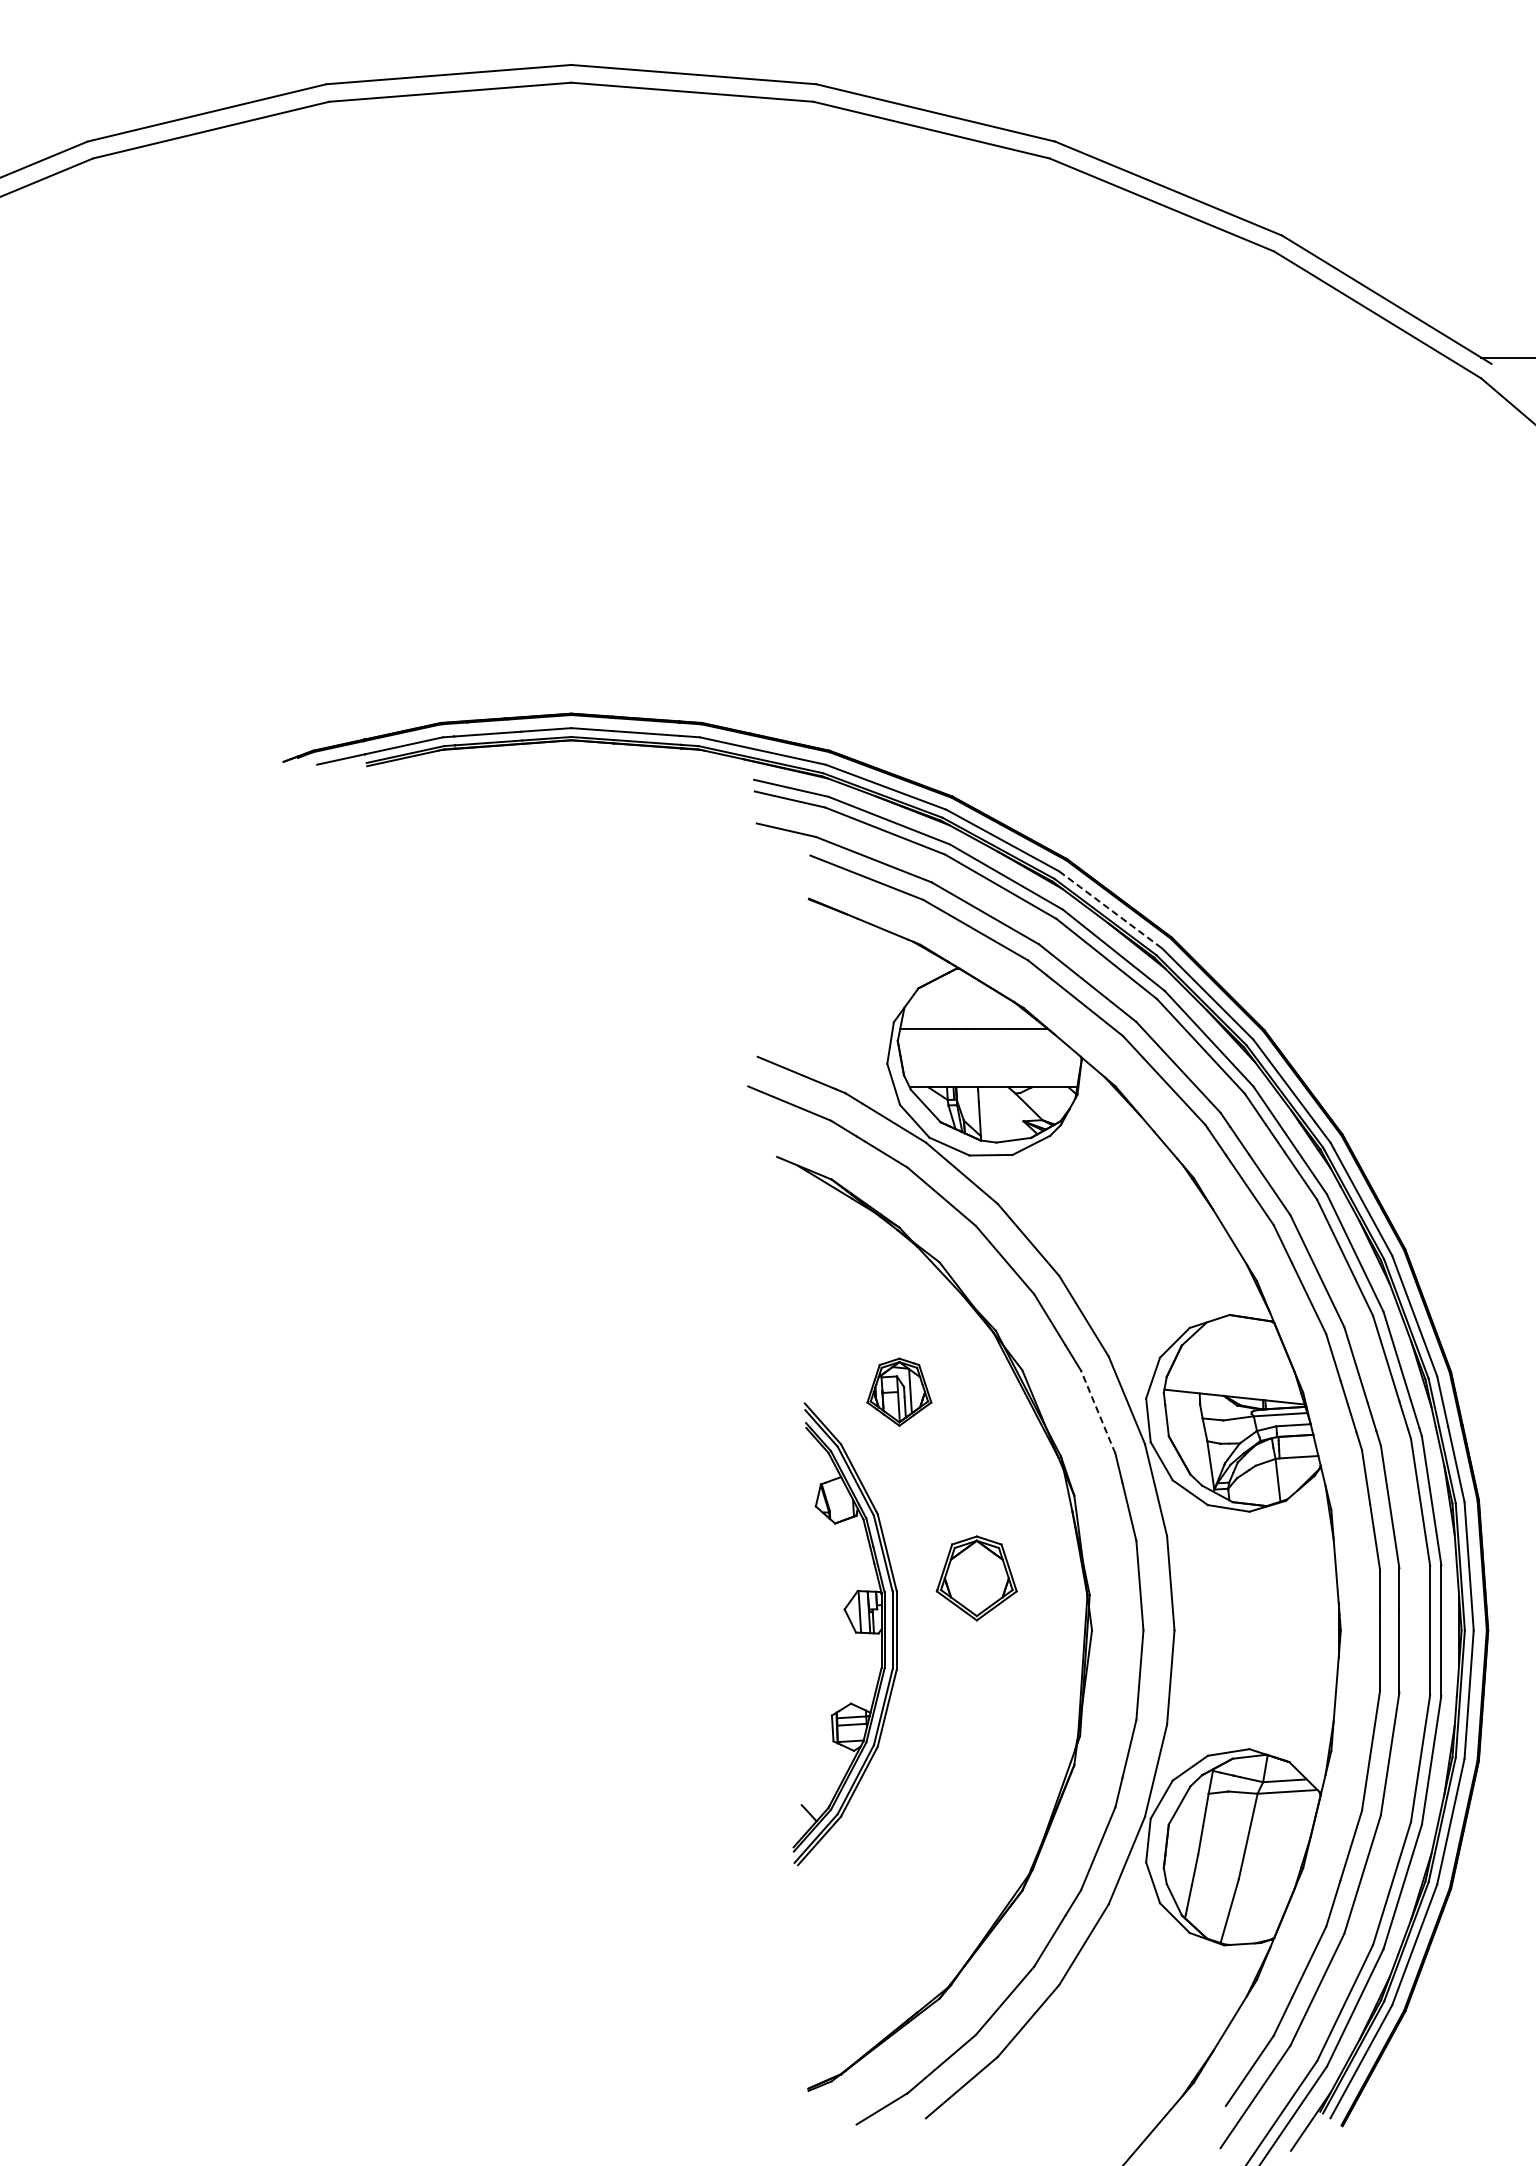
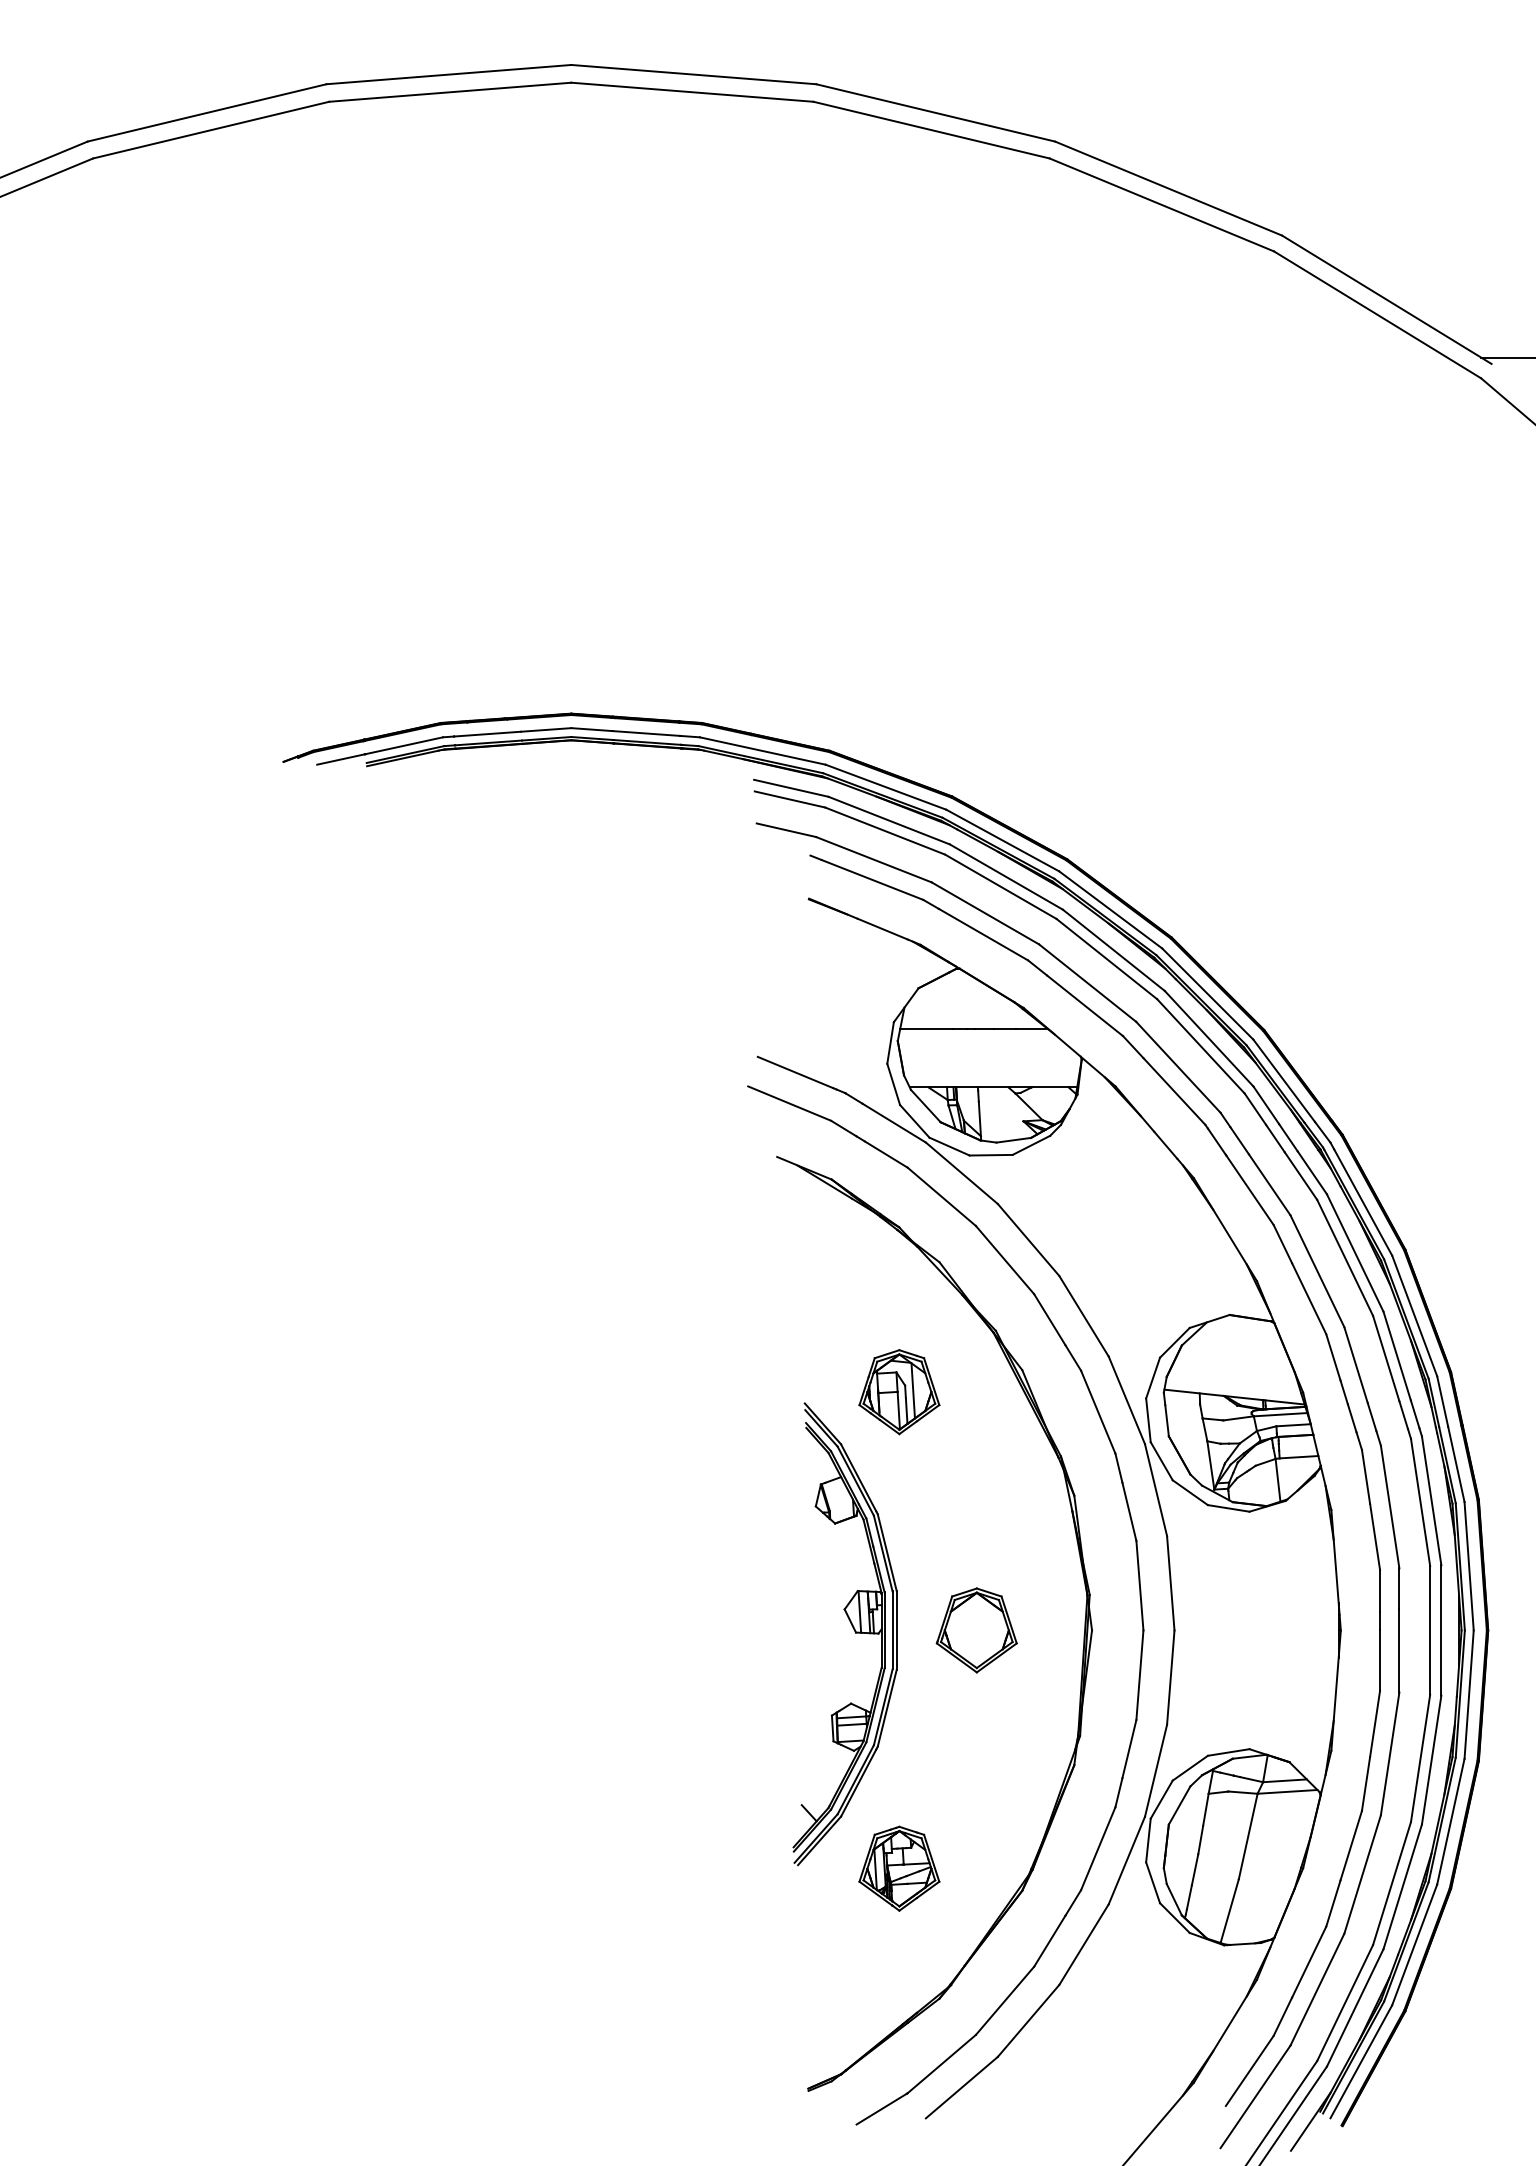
line at (1111, 910): dashed -> solid
part at (899, 1391) size: 67x70 px -> 83x87 px
line at (1098, 1412): dashed -> solid
part at (976, 1578) position: (976, 1578) -> (976, 1630)
part at (899, 1868): none -> present
